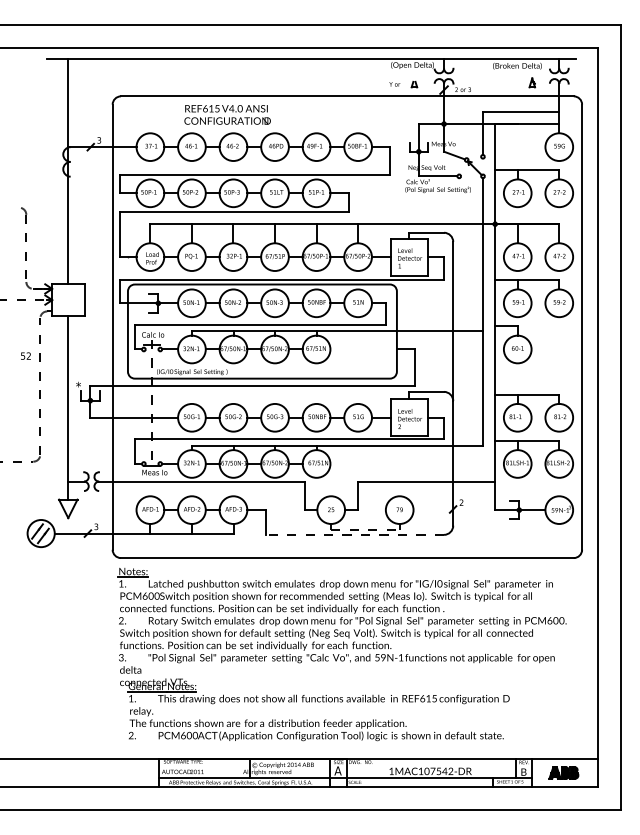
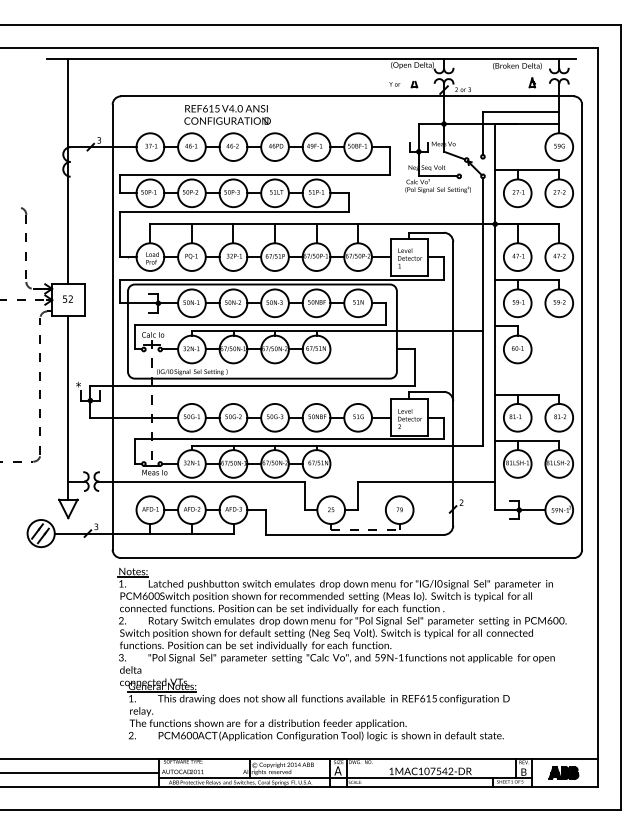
text at (25, 355) position: (25, 355) -> (67, 298)
line at (354, 534): dashed -> solid
line at (80, 773): none -> present
